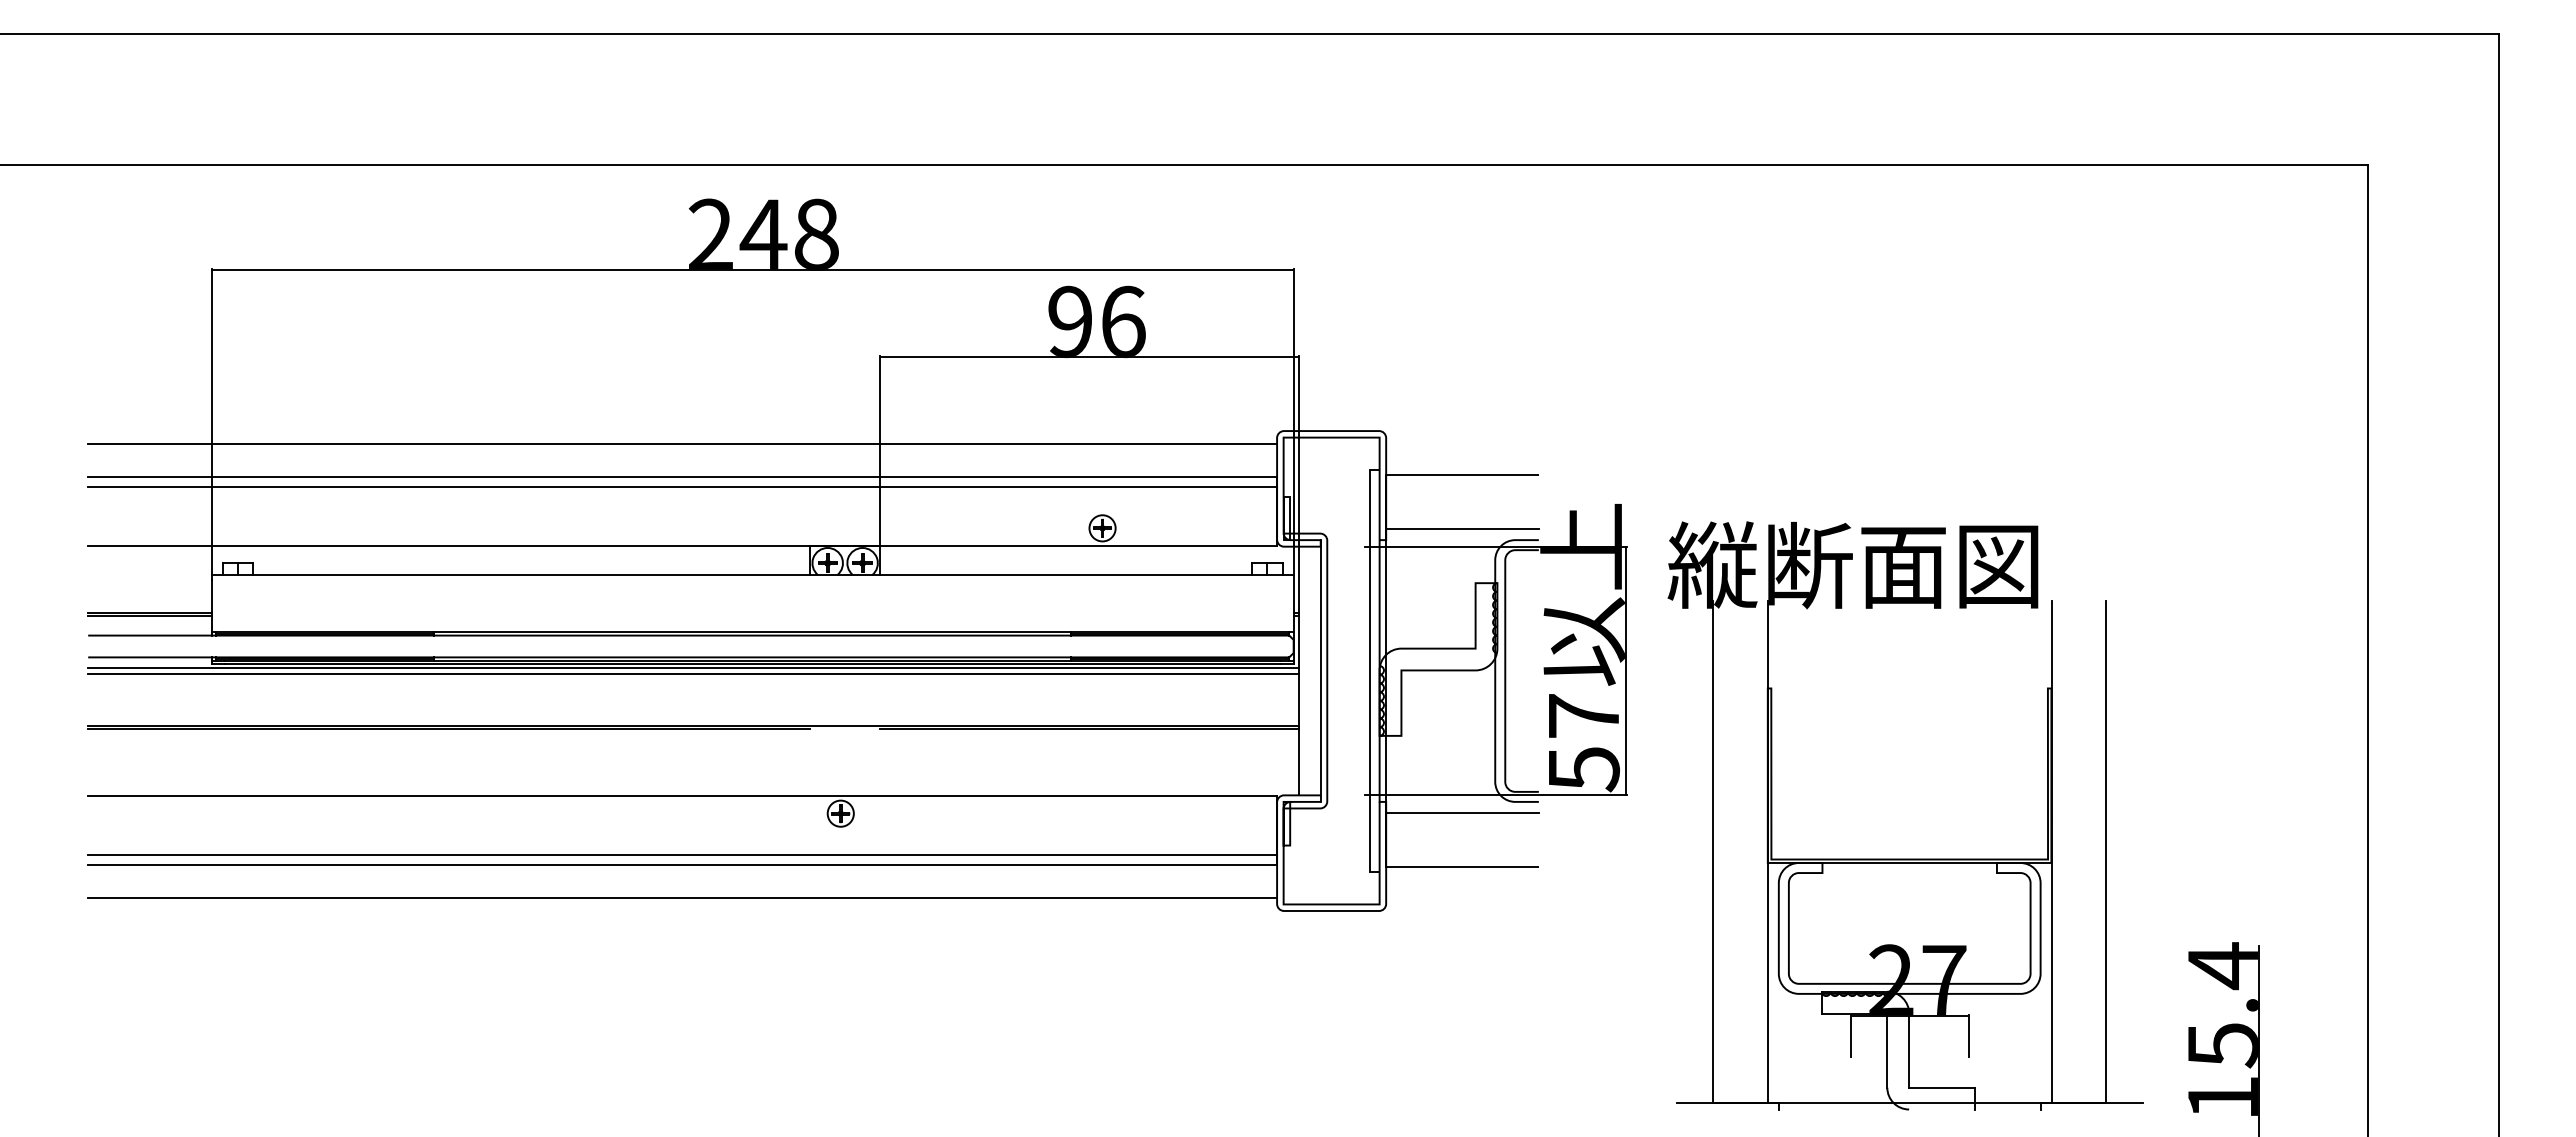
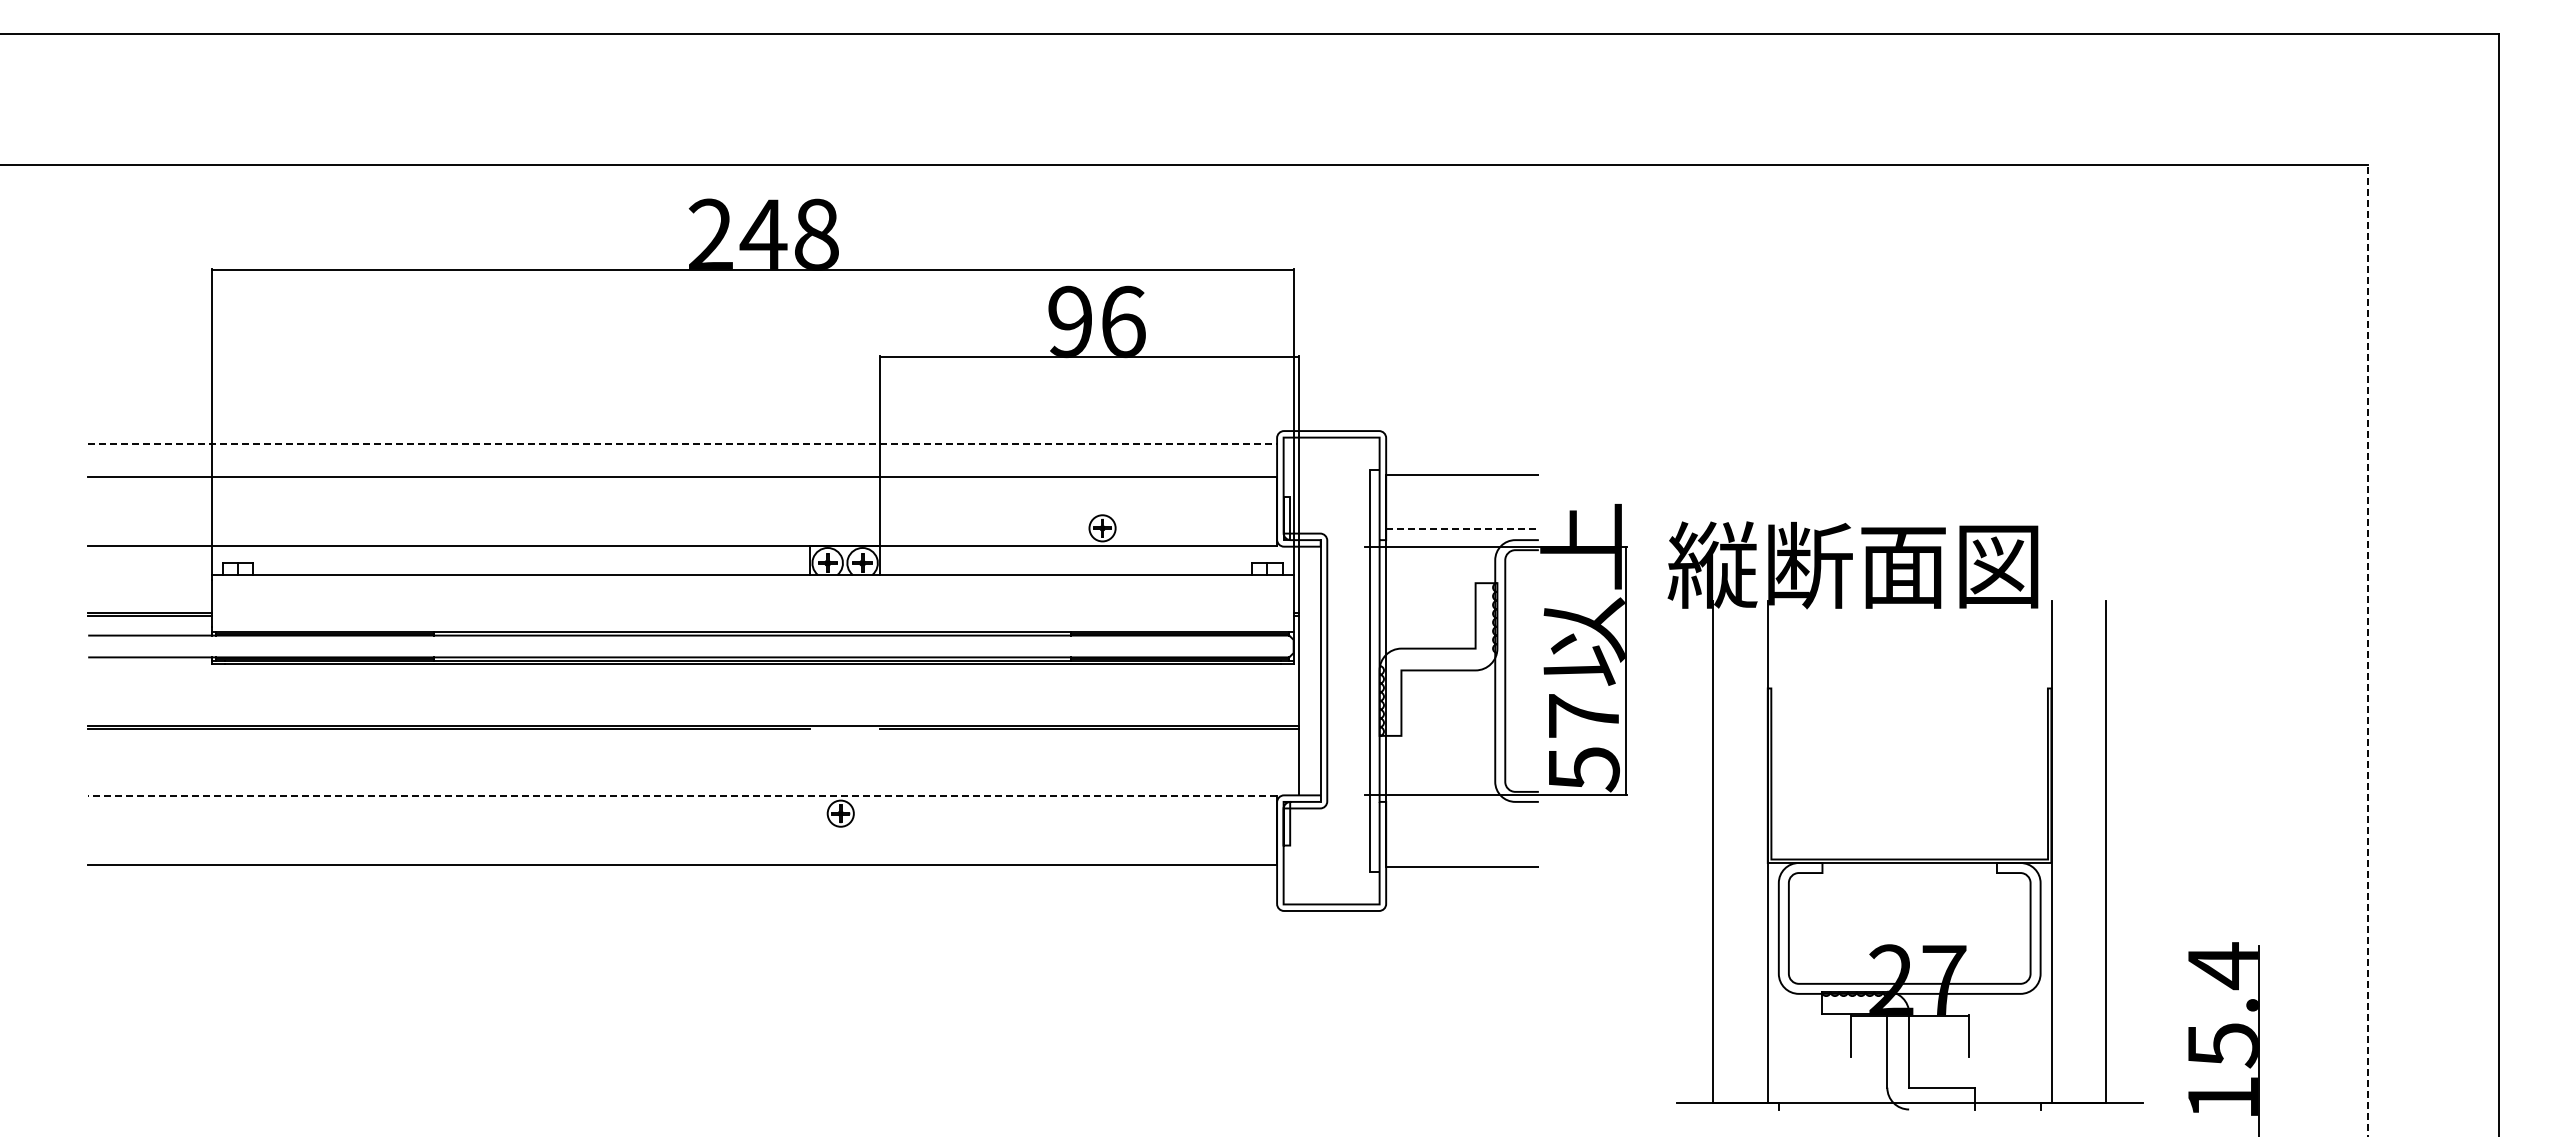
line at (683, 444): solid -> dashed
line at (682, 487): present -> none
line at (1463, 529): solid -> dashed
line at (2367, 650): solid -> dashed
line at (693, 667): present -> none
line at (693, 674): present -> none
line at (682, 796): solid -> dashed
line at (1462, 812): present -> none
line at (682, 854): present -> none
line at (682, 897): present -> none
